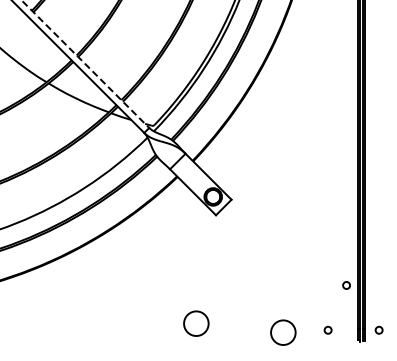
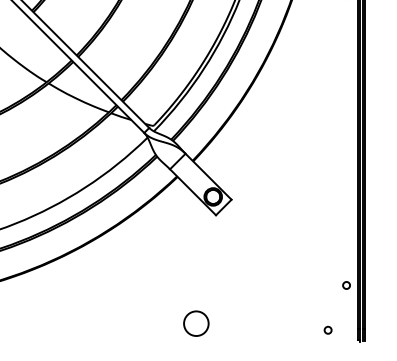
line at (85, 64): dashed -> solid
circle at (378, 329): present -> none
circle at (283, 332): present -> none
